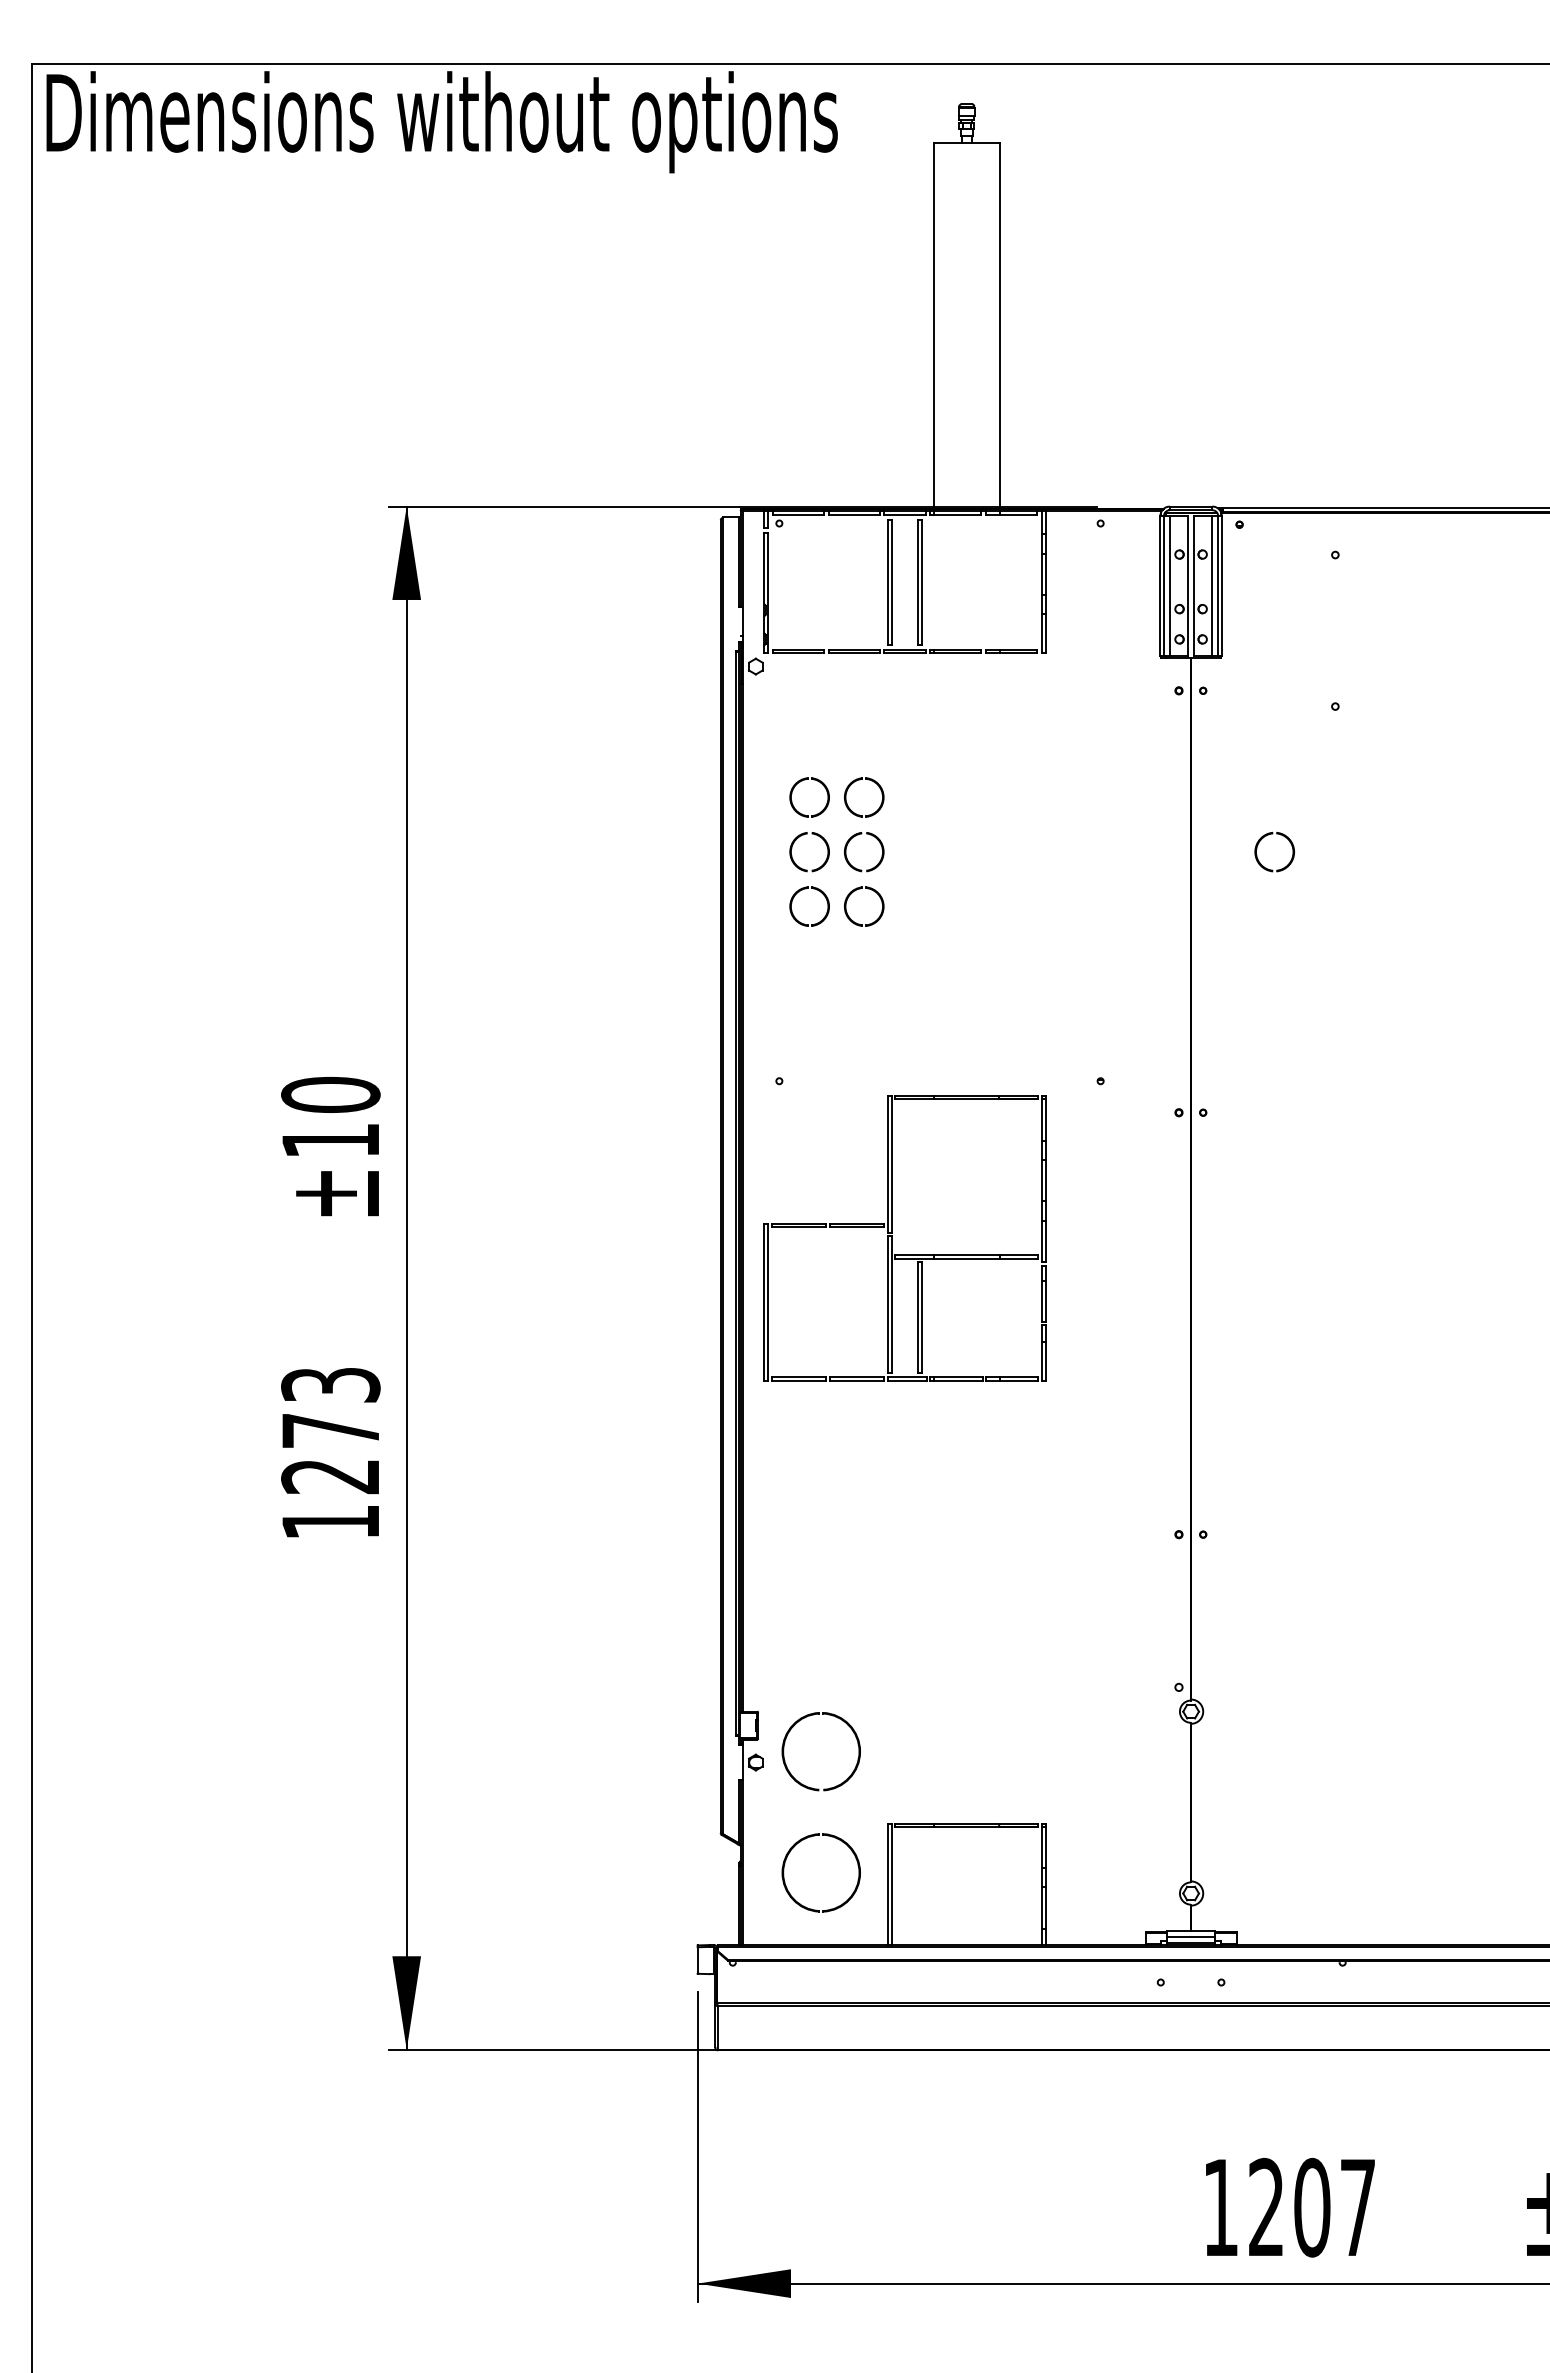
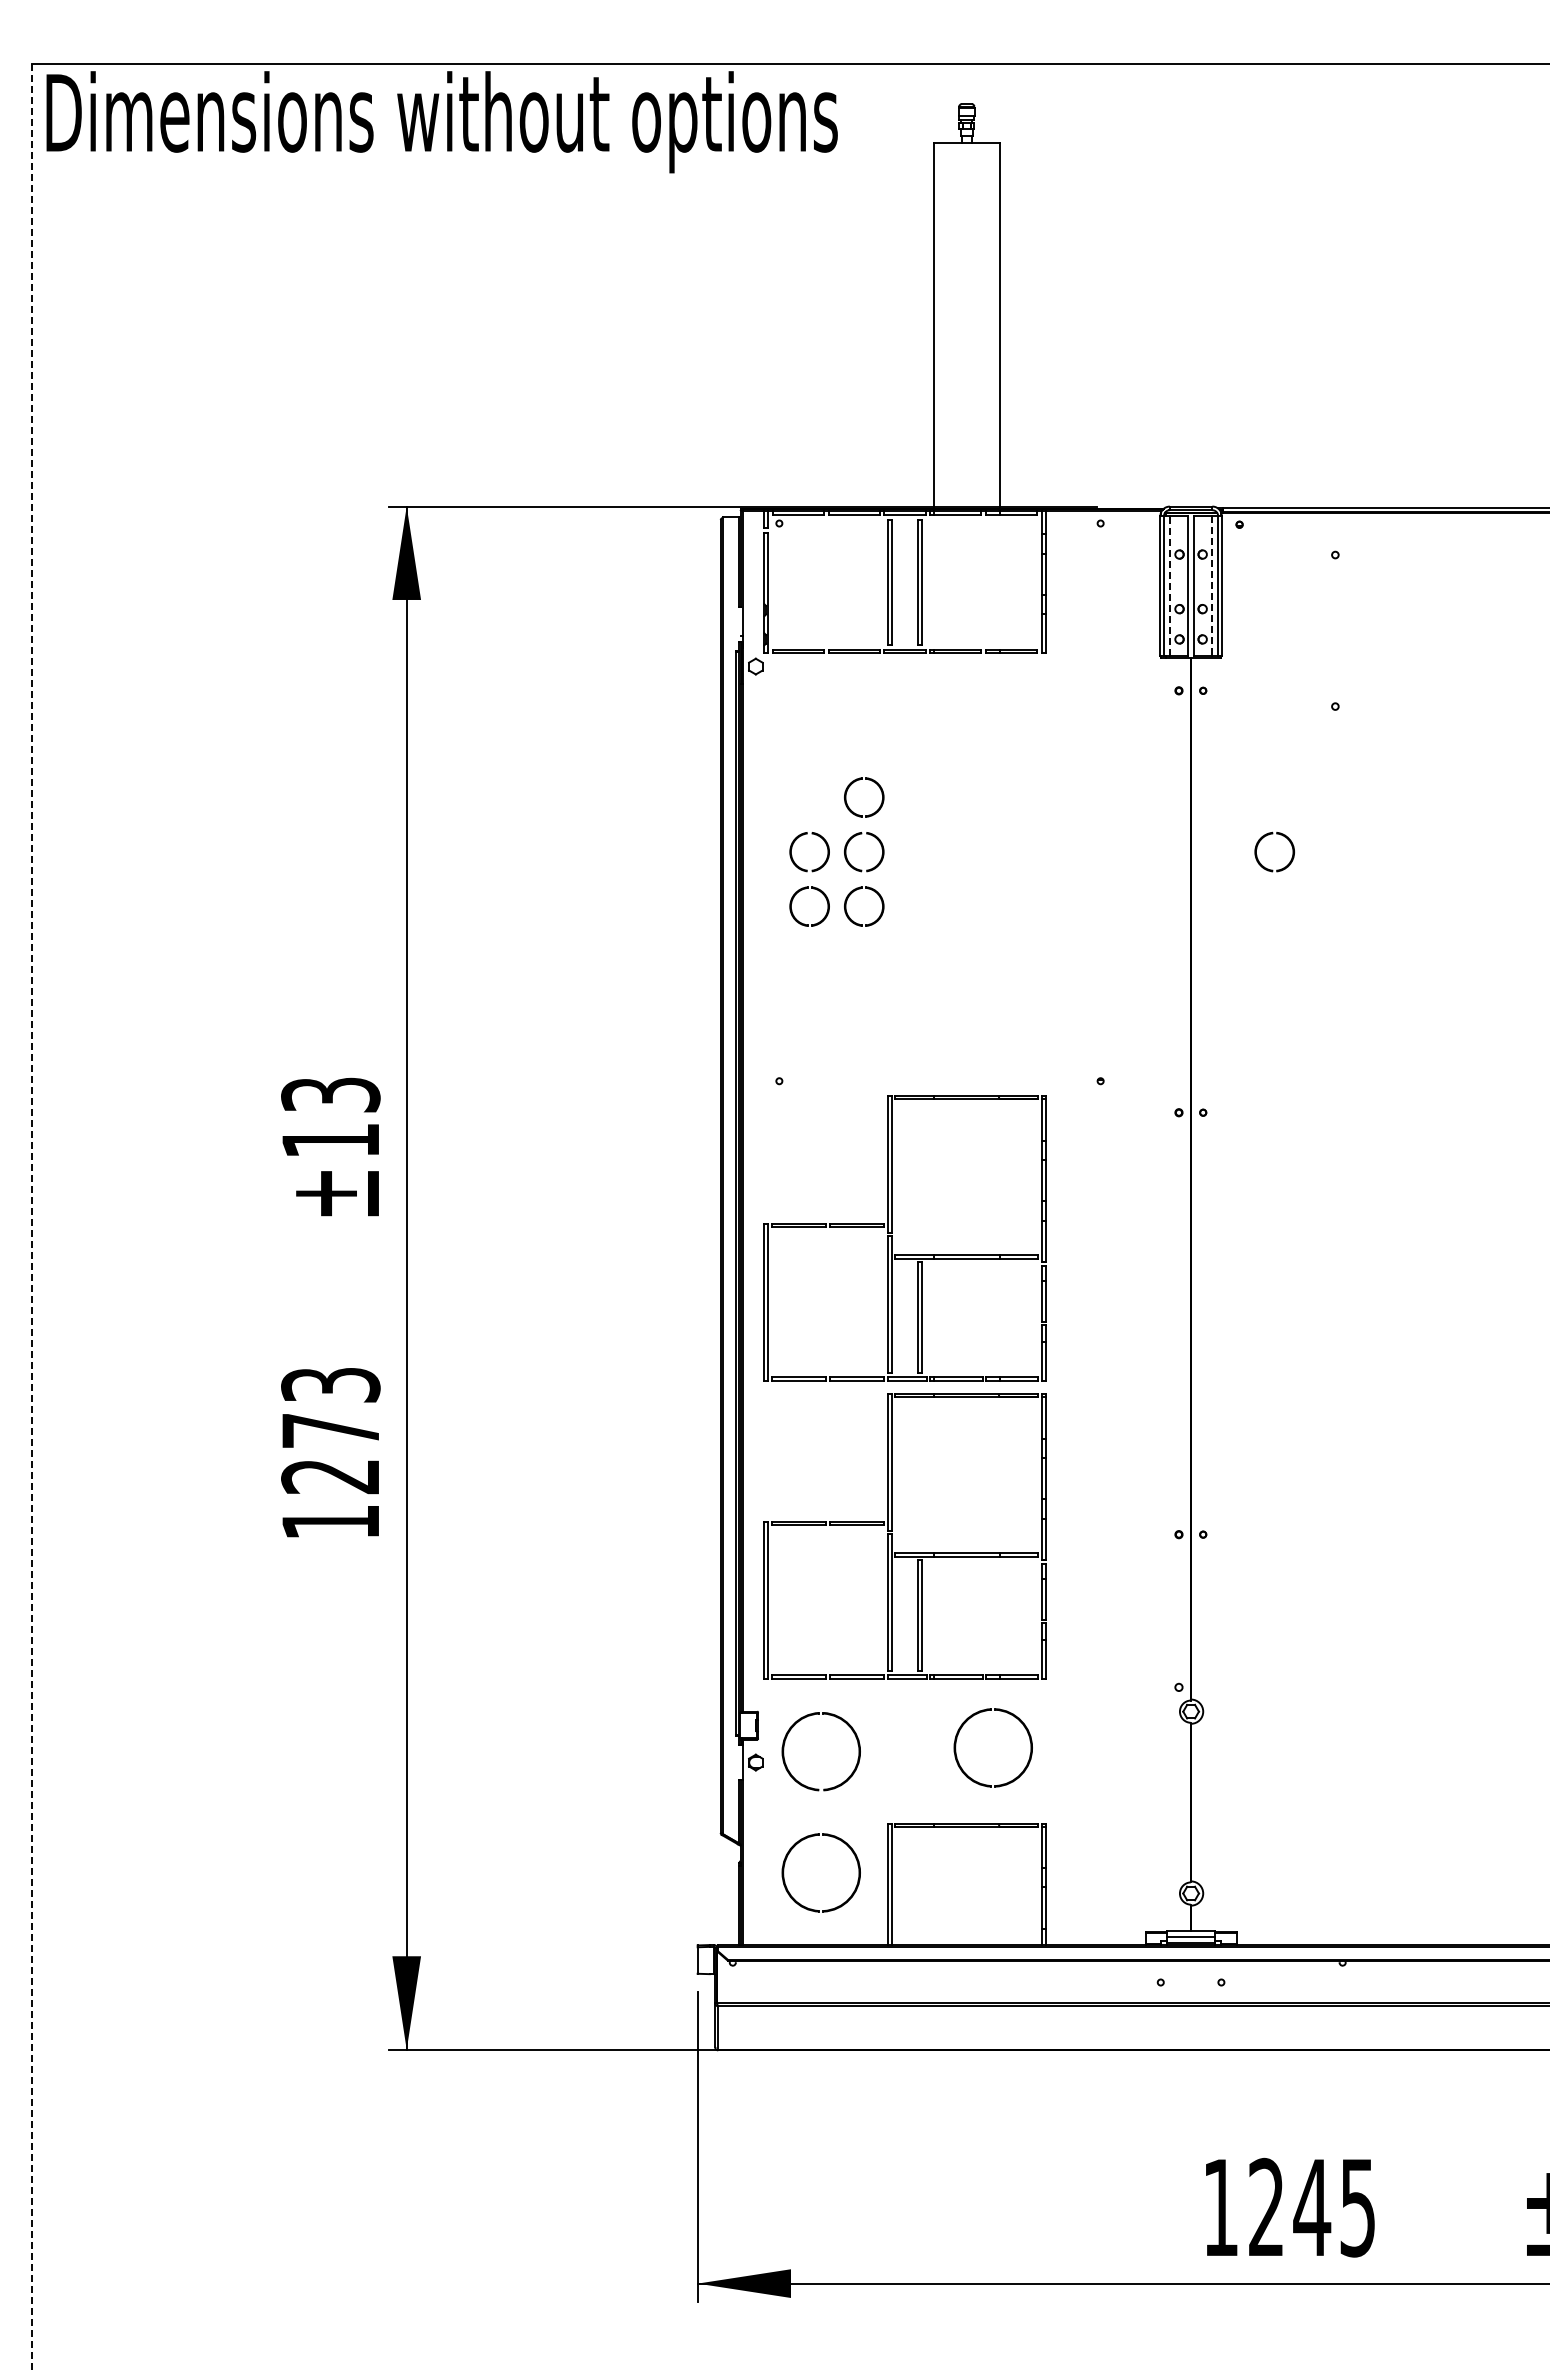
line at (1169, 585): solid -> dashed
line at (1212, 585): solid -> dashed
part at (792, 794): present -> none
text at (330, 1094): ±10 -> ±13
line at (31, 1218): solid -> dashed
part at (892, 1536): none -> present
part at (959, 1733): none -> present
text at (1333, 2207): 1207 -> 1245
